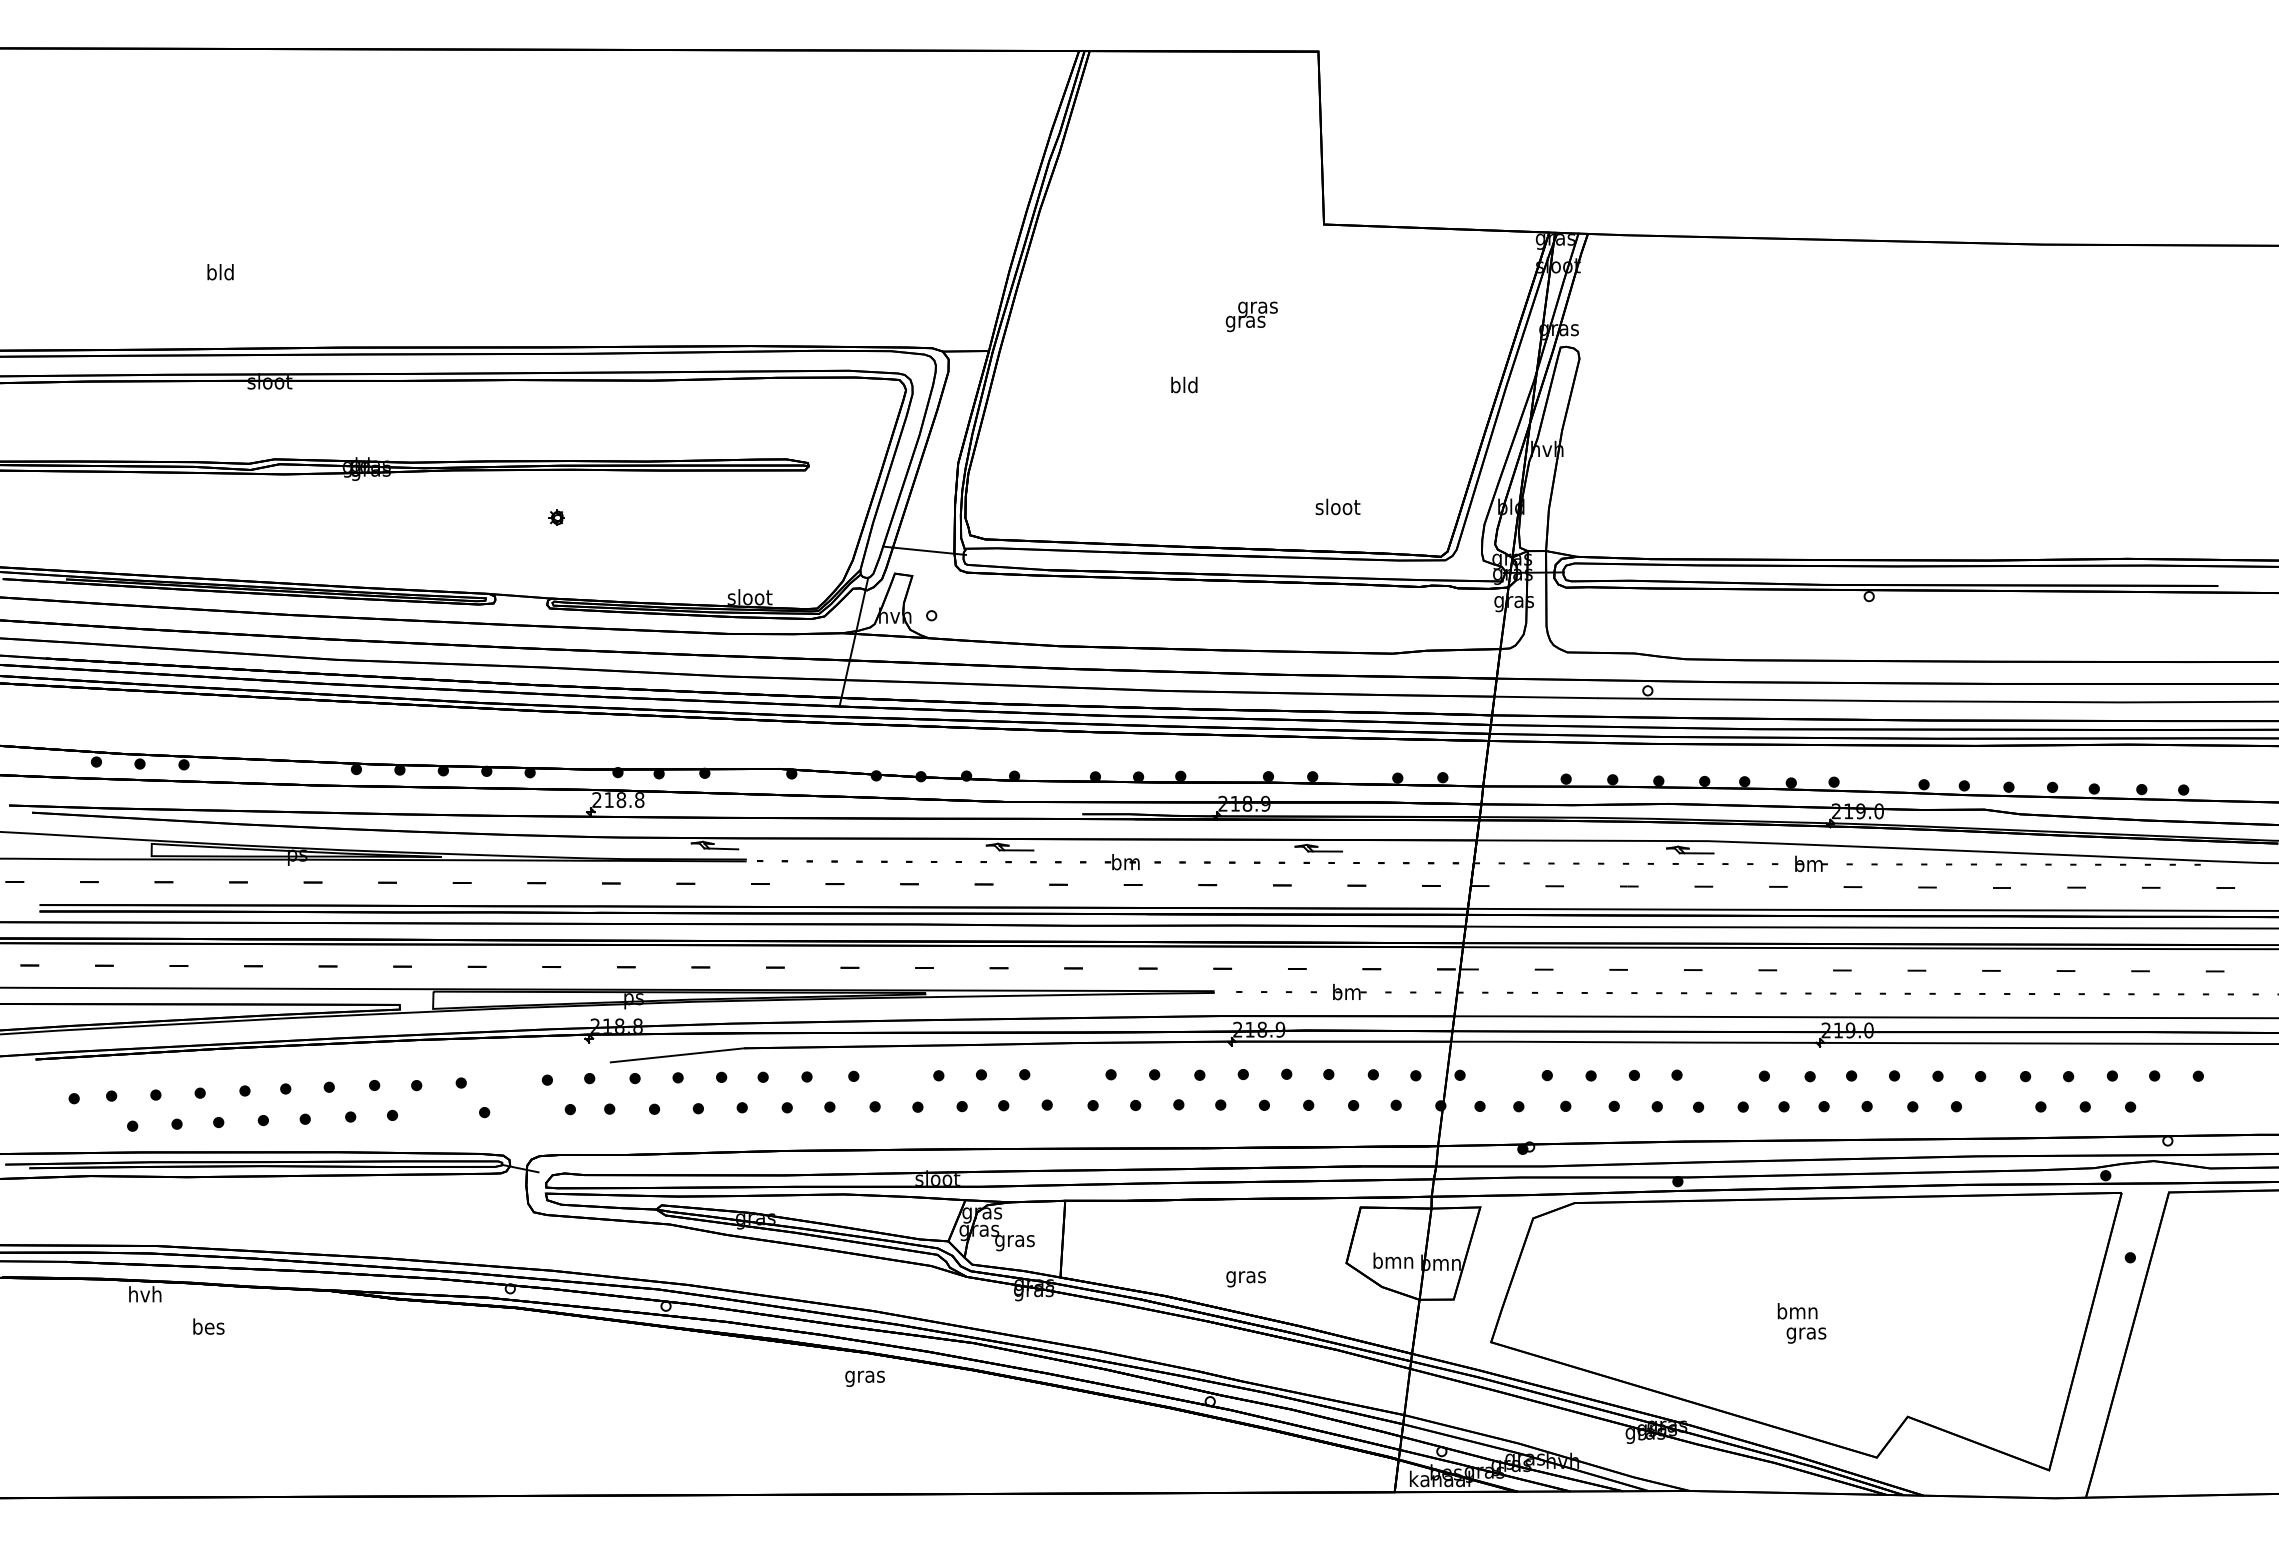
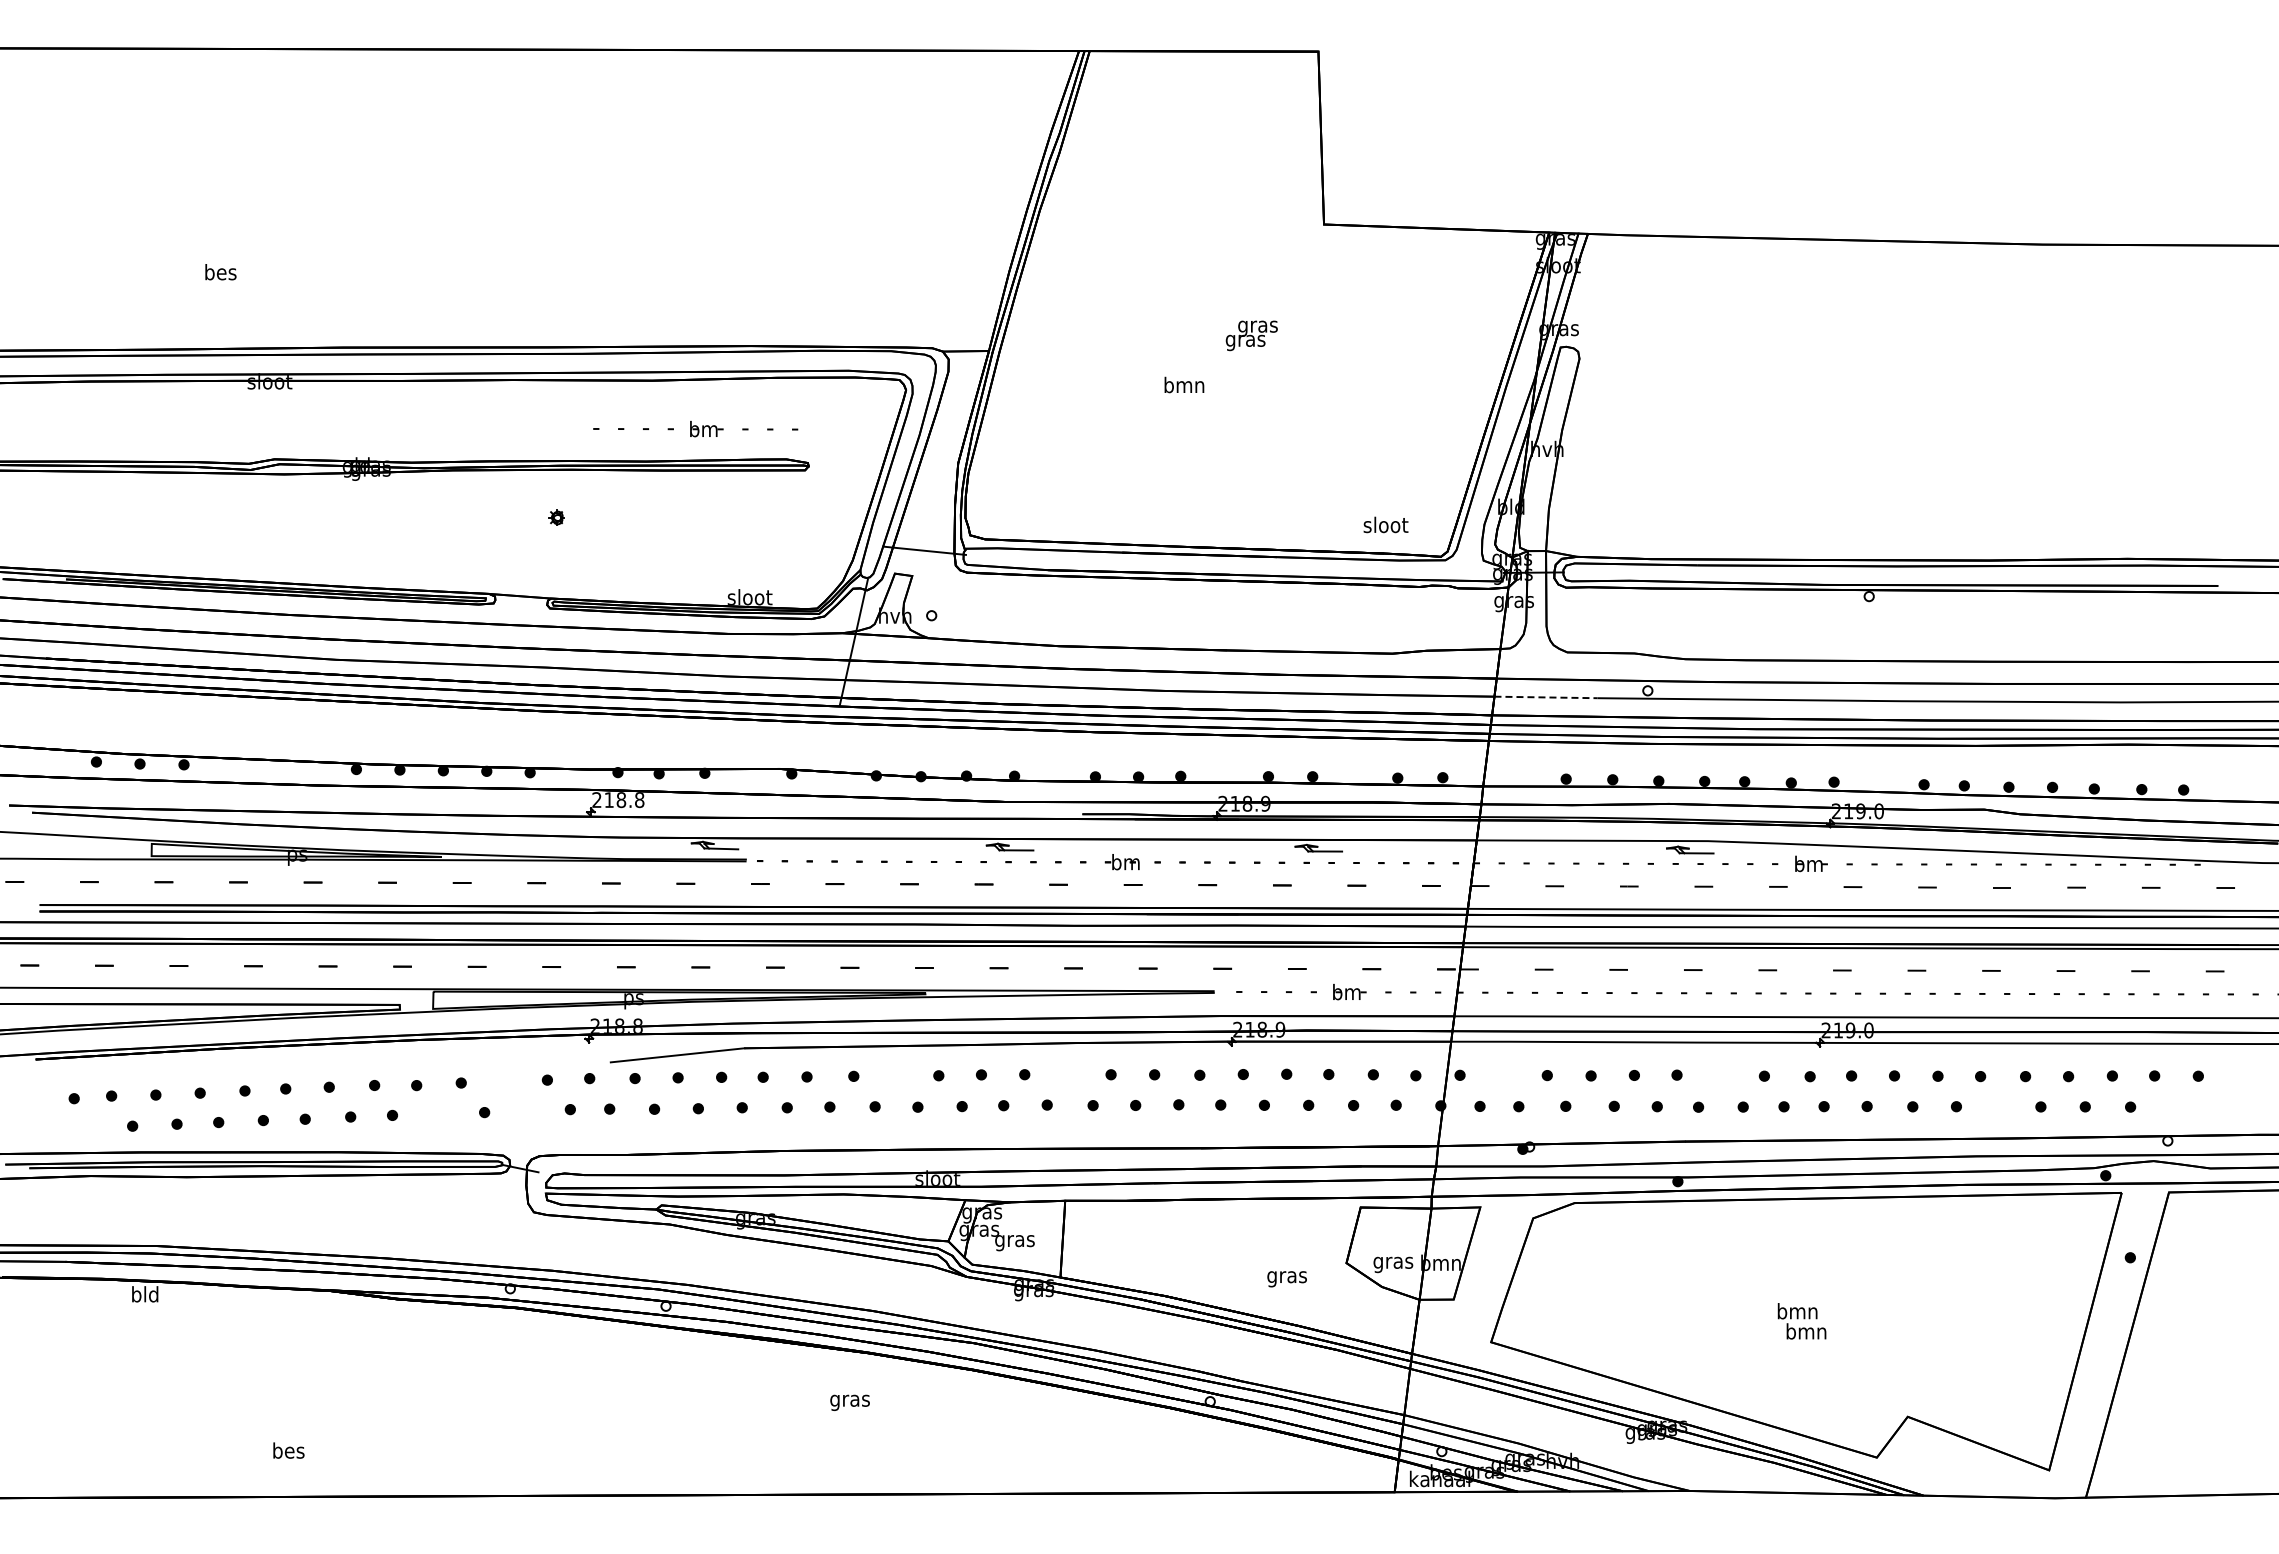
text at (220, 272): bld -> bes
text at (1251, 316) position: (1251, 316) -> (1251, 335)
text at (1184, 384): bld -> bmn
part at (695, 429): none -> present
text at (1337, 506) position: (1337, 506) -> (1385, 524)
line at (1546, 697): solid -> dashed
text at (1393, 1262): bmn -> gras
text at (1245, 1279) position: (1245, 1279) -> (1286, 1279)
text at (145, 1294): hvh -> bld
text at (208, 1326) position: (208, 1326) -> (288, 1450)
text at (1806, 1333): gras -> bmn
text at (864, 1378) position: (864, 1378) -> (849, 1402)
